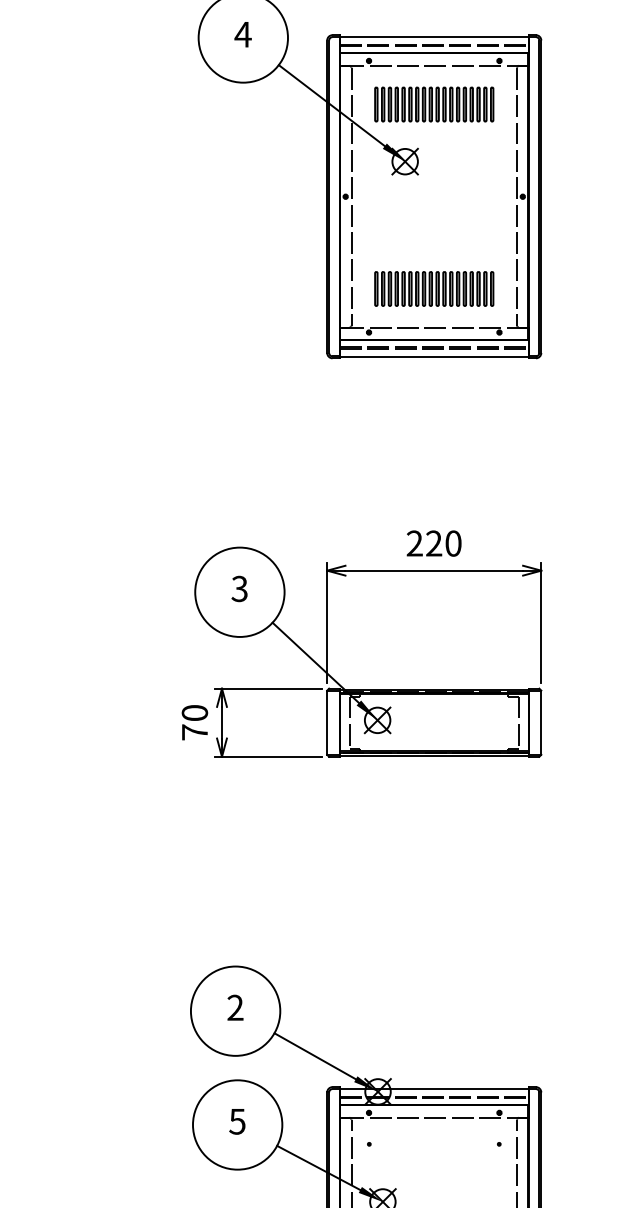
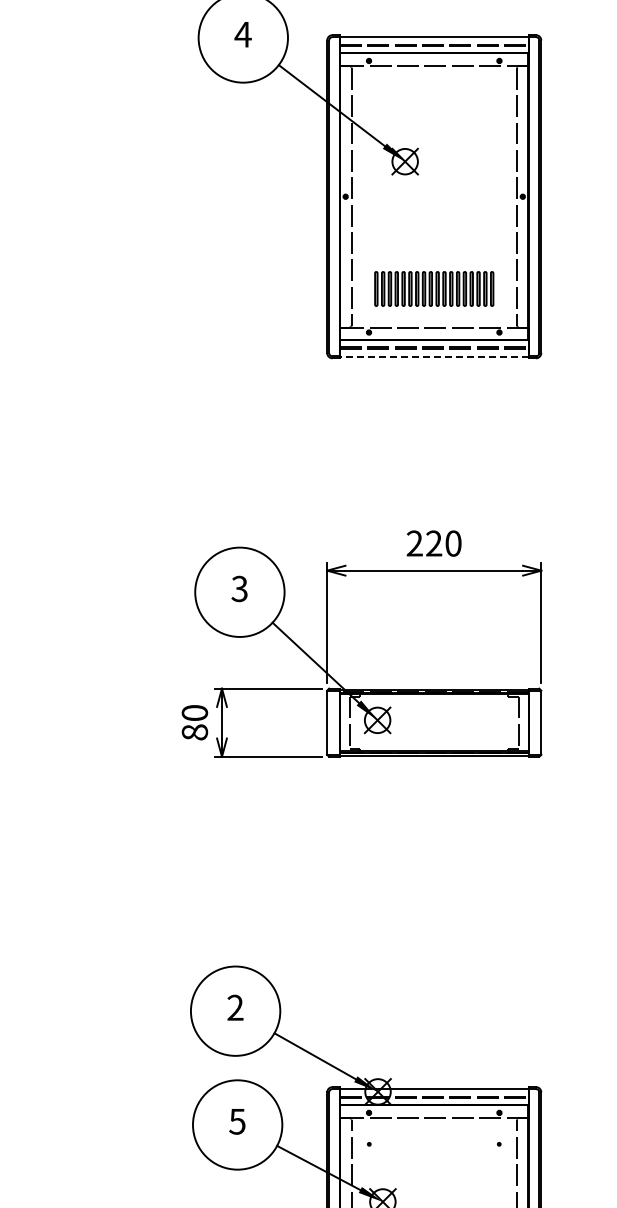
part at (434, 104): present -> none
line at (433, 356): solid -> dashed
text at (194, 732): 70 -> 80
